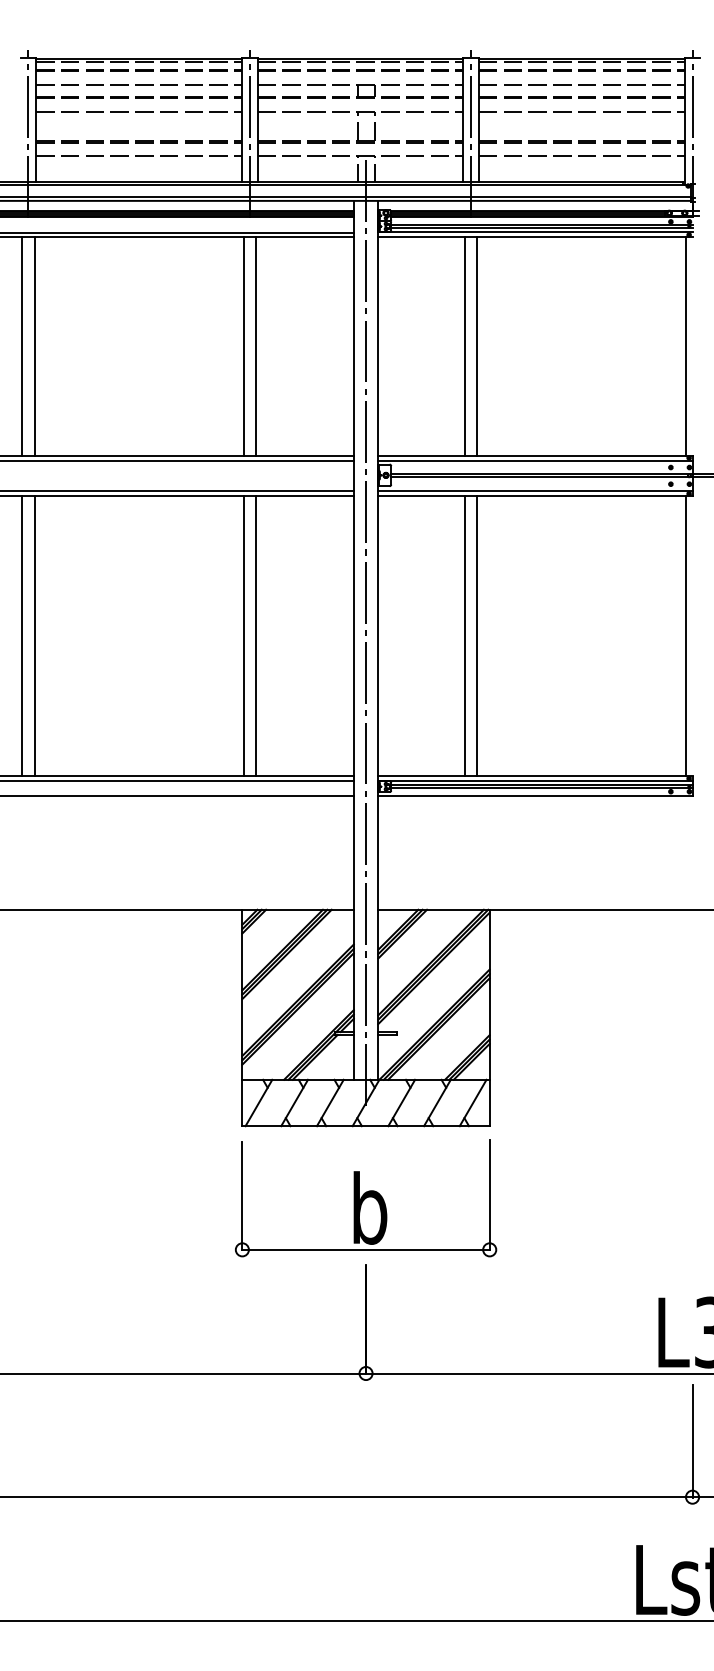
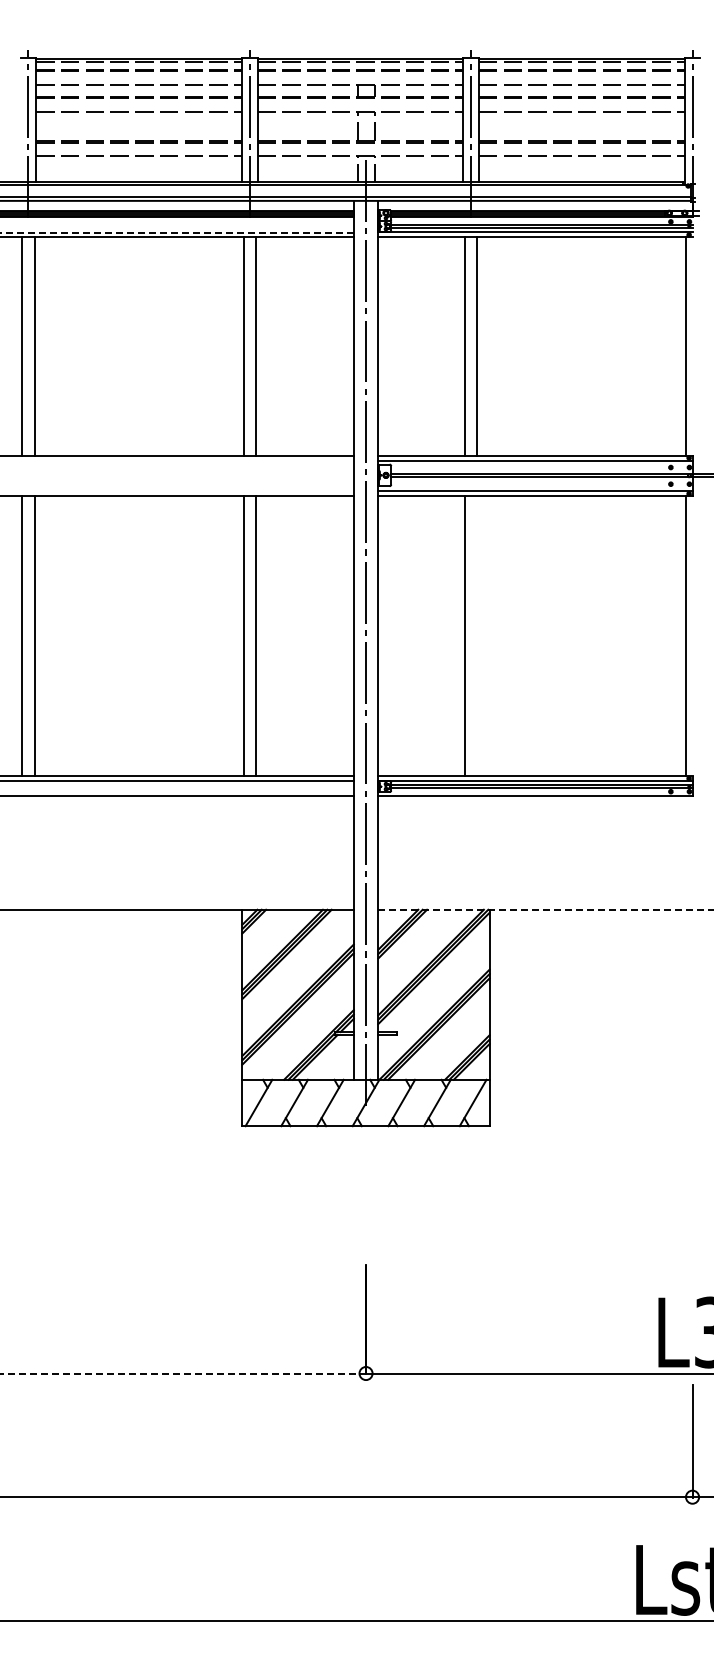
line at (177, 232): solid -> dashed
line at (177, 460): present -> none
line at (177, 490): present -> none
line at (477, 635): present -> none
line at (546, 909): solid -> dashed
part at (366, 1198): present -> none
line at (183, 1373): solid -> dashed
